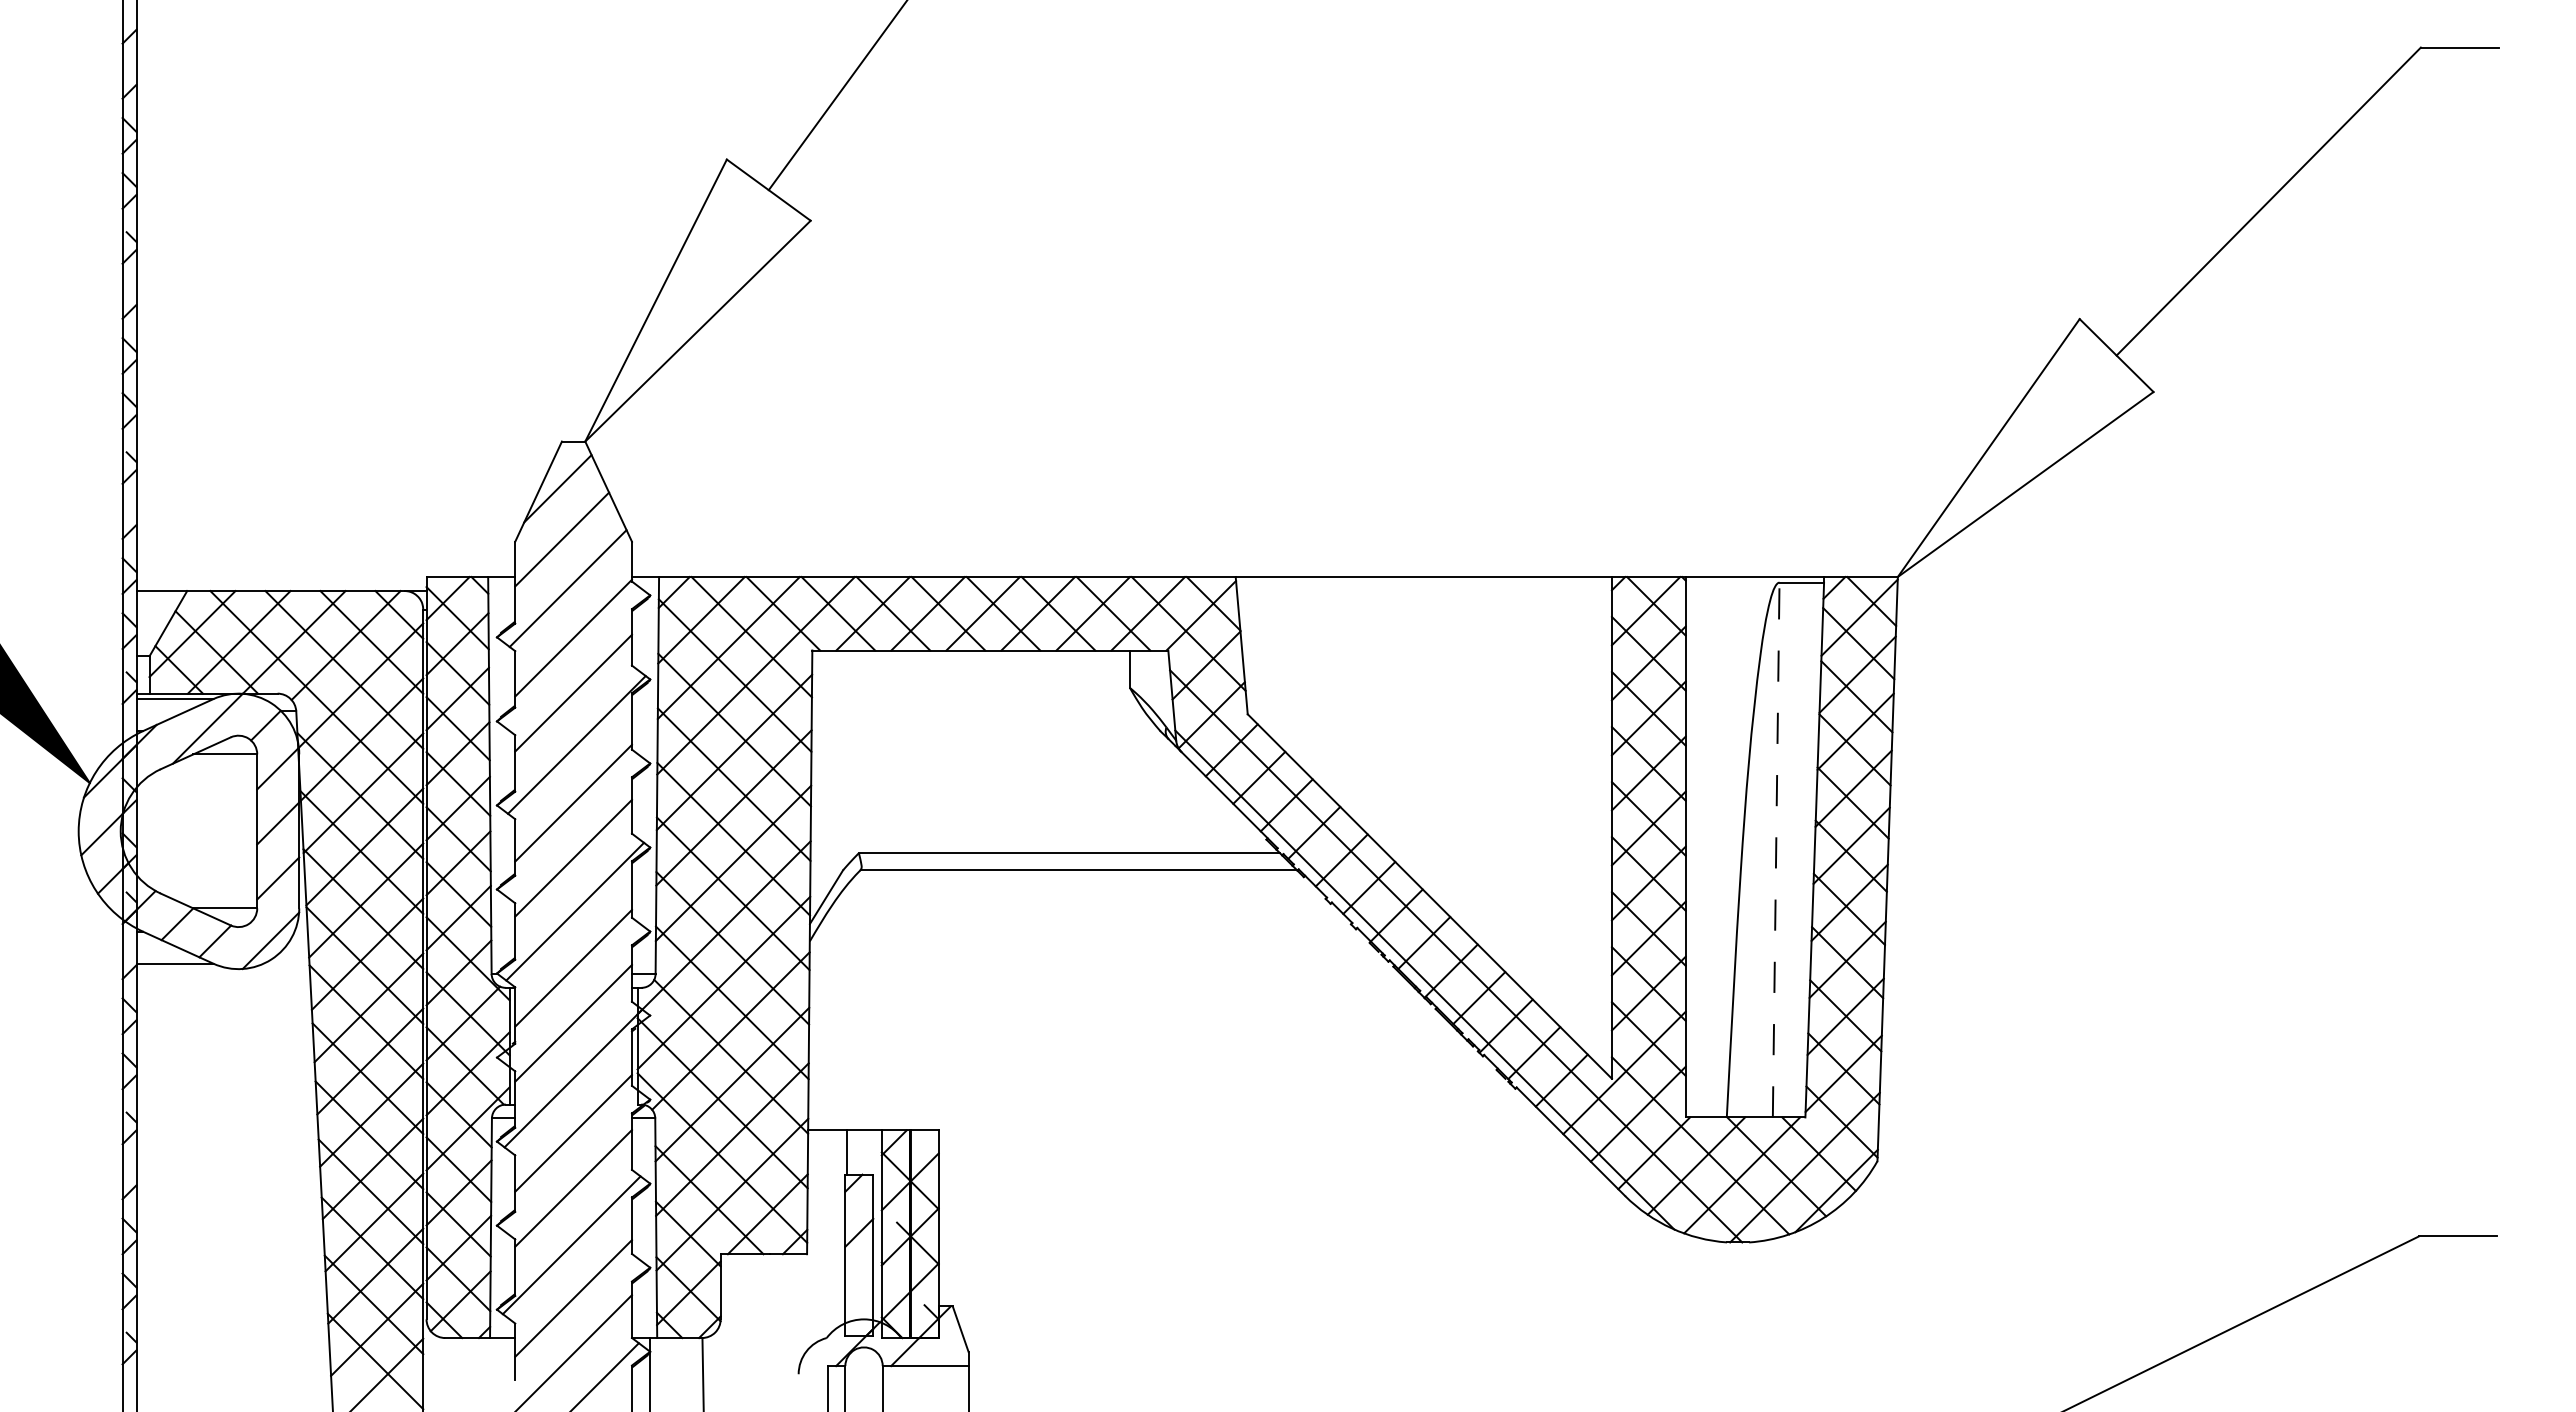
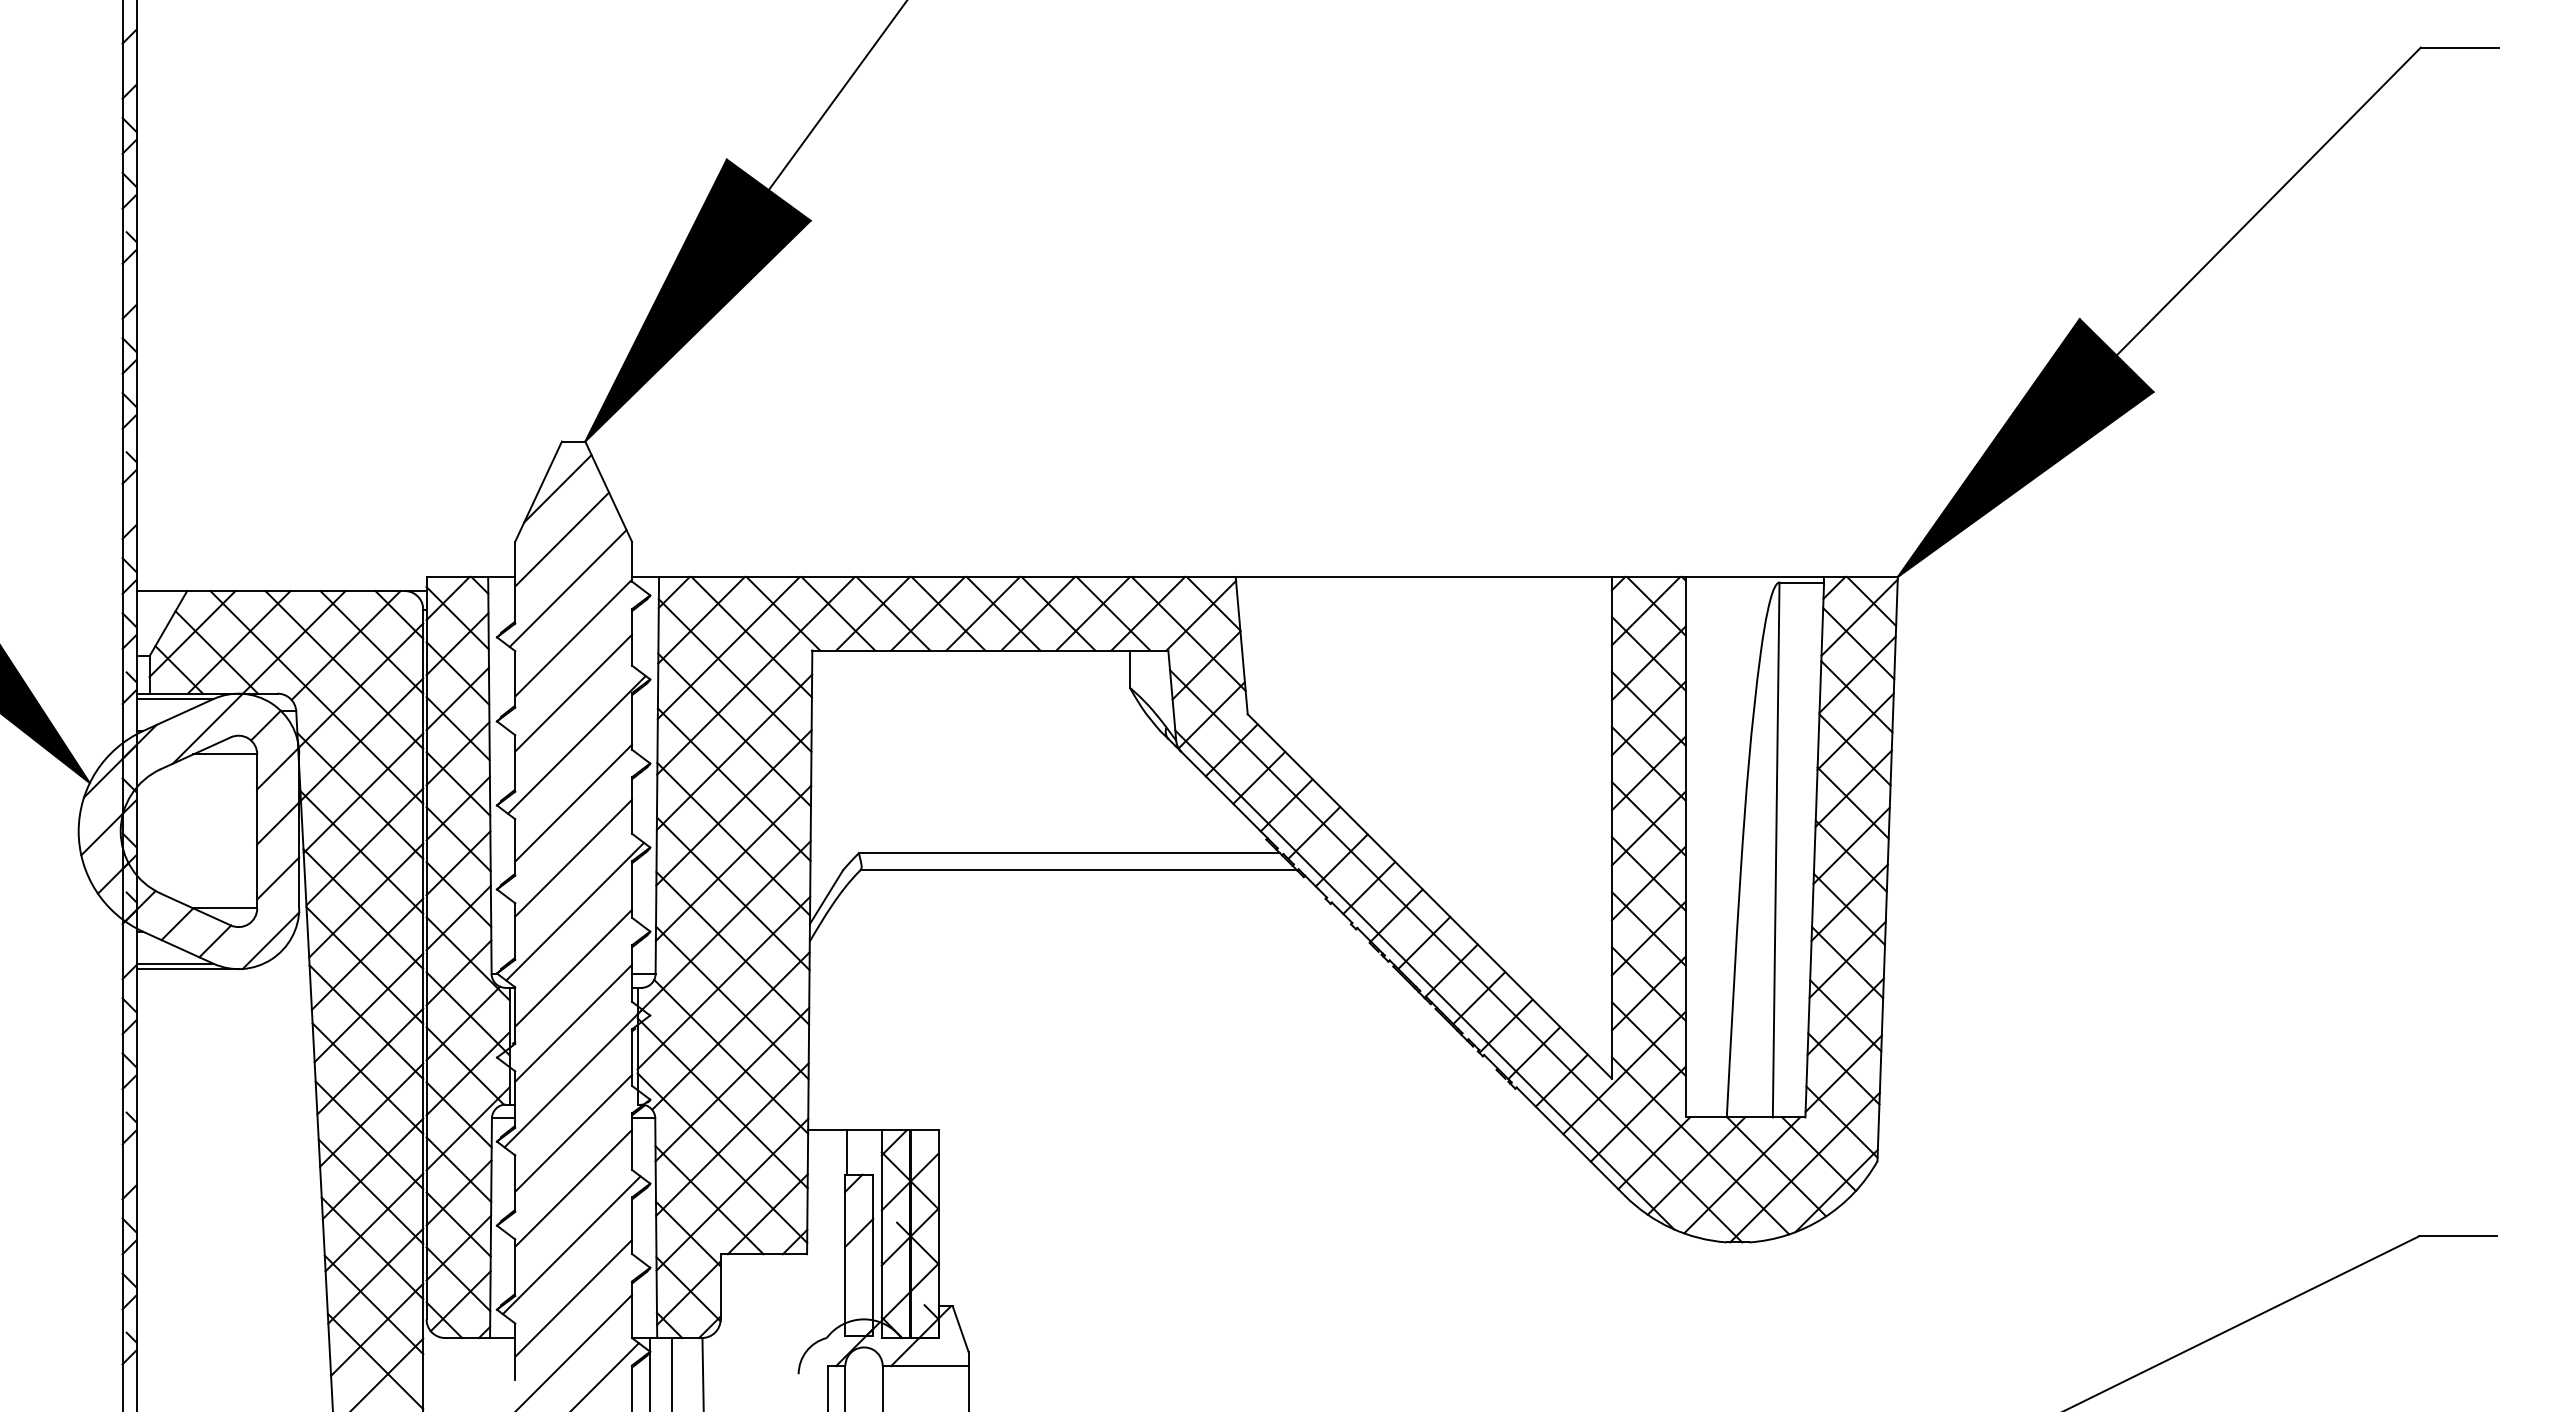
fill at (697, 300): none -> present
fill at (2025, 447): none -> present
line at (1776, 849): dashed -> solid
line at (187, 969): none -> present
line at (672, 1373): none -> present
